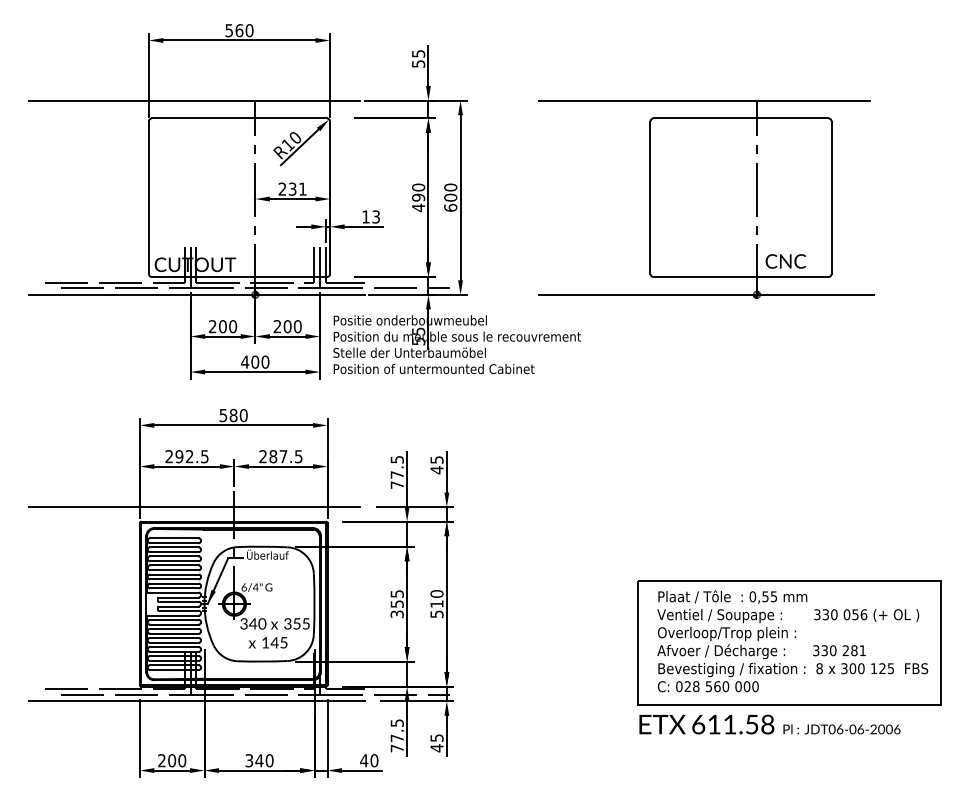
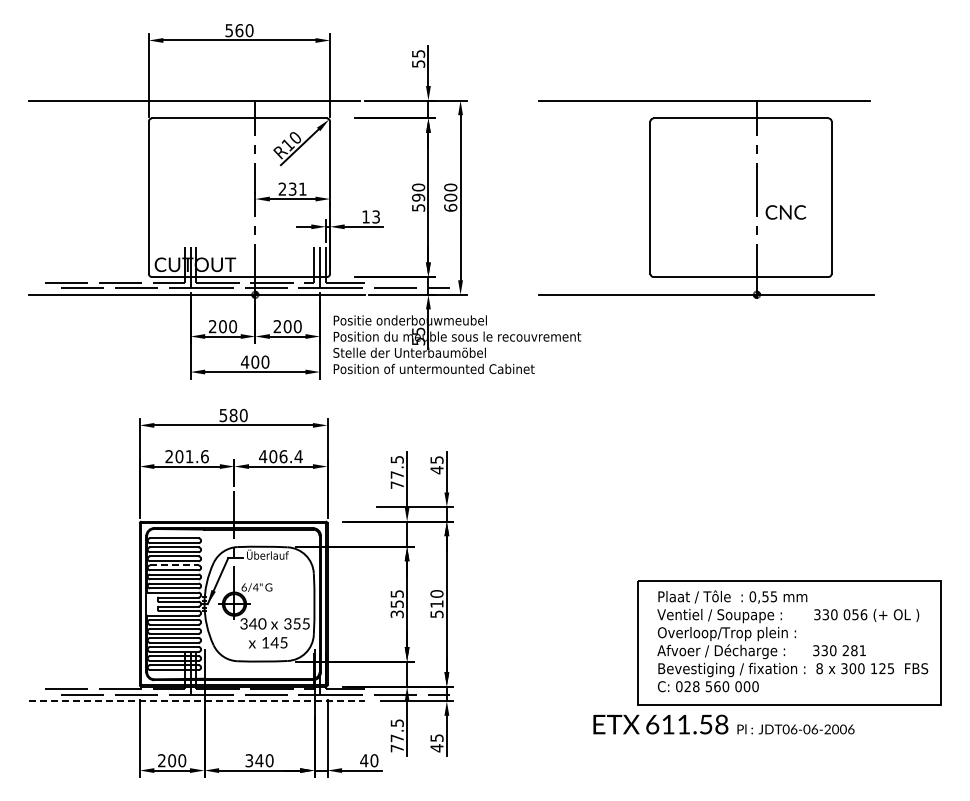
text at (418, 207): 490 -> 590
text at (785, 261) position: (785, 261) -> (785, 212)
text at (191, 456): 292.5 -> 201.6
text at (280, 456): 287.5 -> 406.4
line at (194, 507): present -> none
line at (174, 565): solid -> dashed
line at (196, 701): solid -> dashed
text at (769, 724) position: (769, 724) -> (723, 724)
